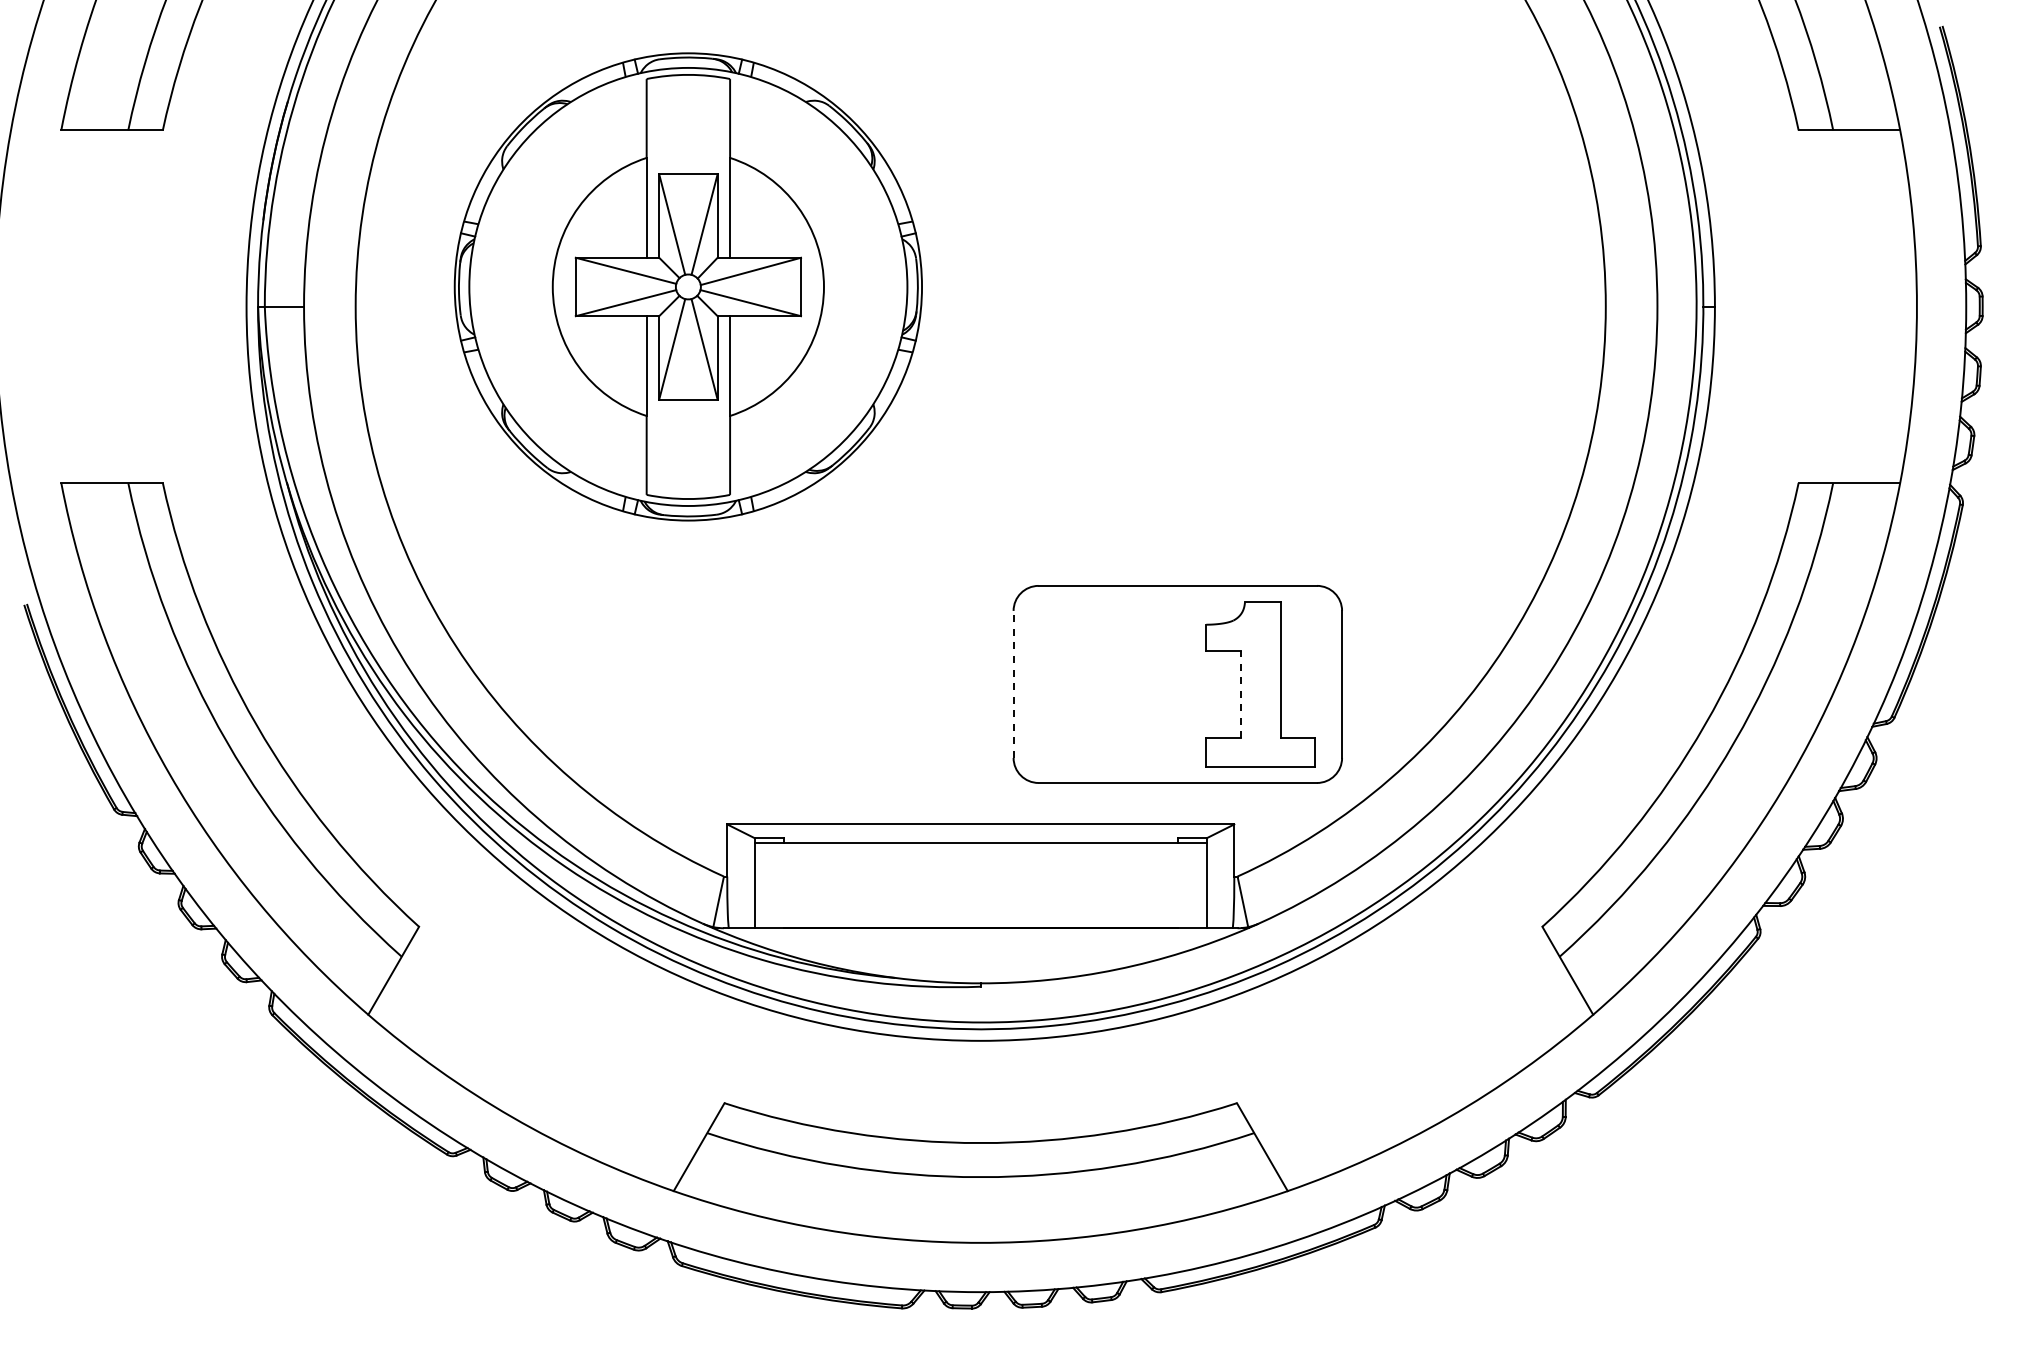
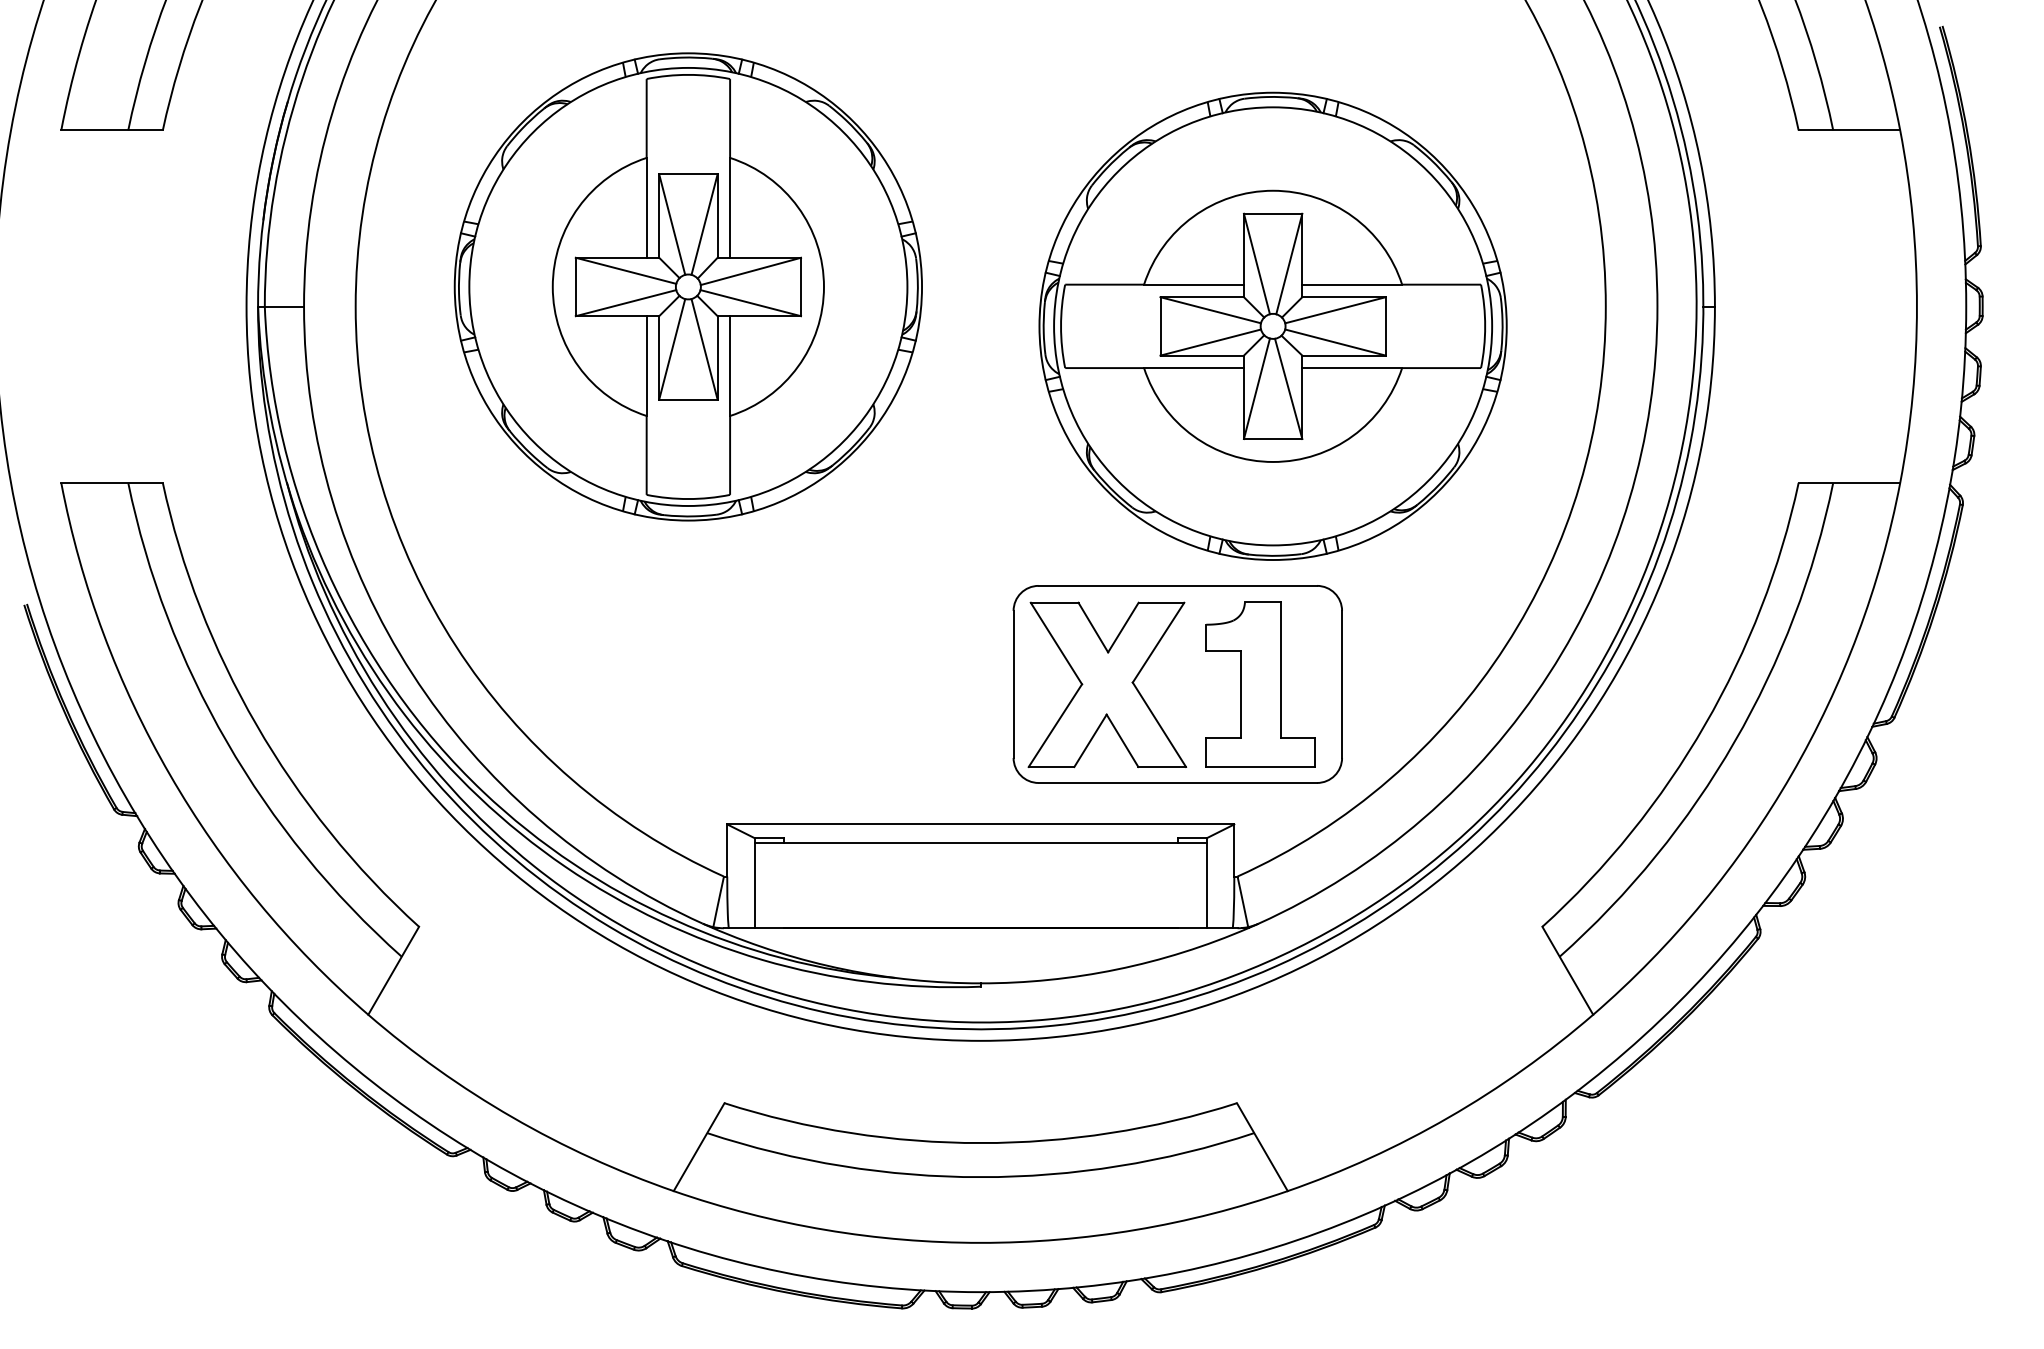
part at (1272, 325): none -> present
line at (1013, 684): dashed -> solid
part at (1107, 684): none -> present
line at (1240, 694): dashed -> solid
